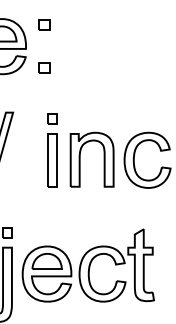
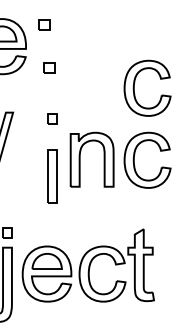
part at (44, 67) position: (44, 67) -> (49, 67)
part at (135, 82): none -> present
part at (52, 160) position: (52, 160) -> (52, 176)
